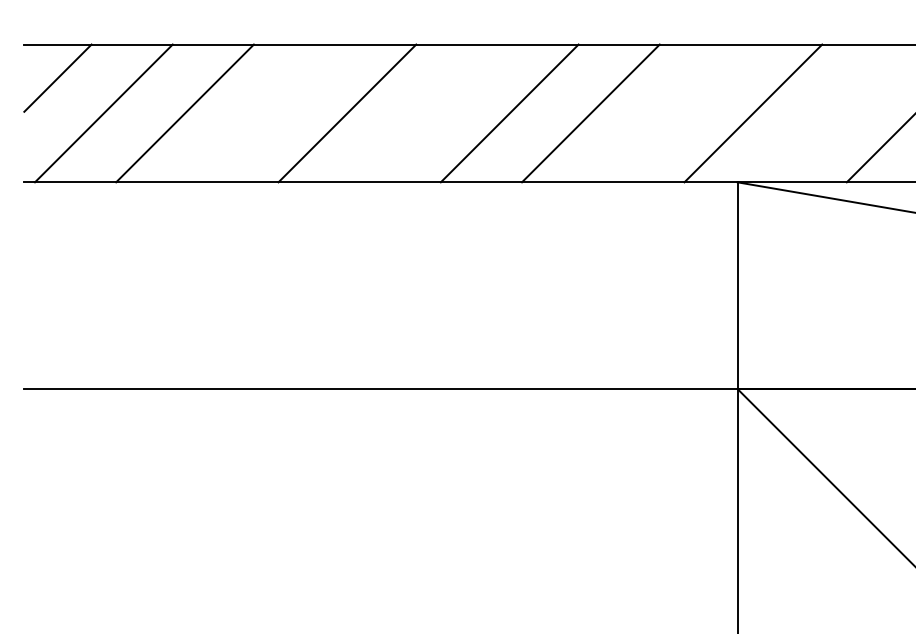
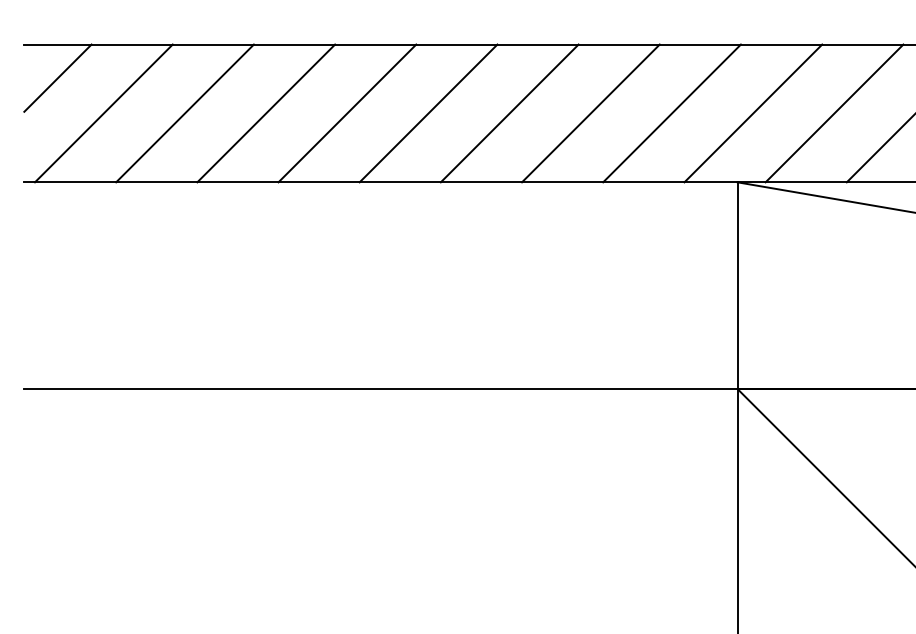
line at (266, 113): none -> present
line at (428, 113): none -> present
line at (671, 113): none -> present
line at (834, 113): none -> present
